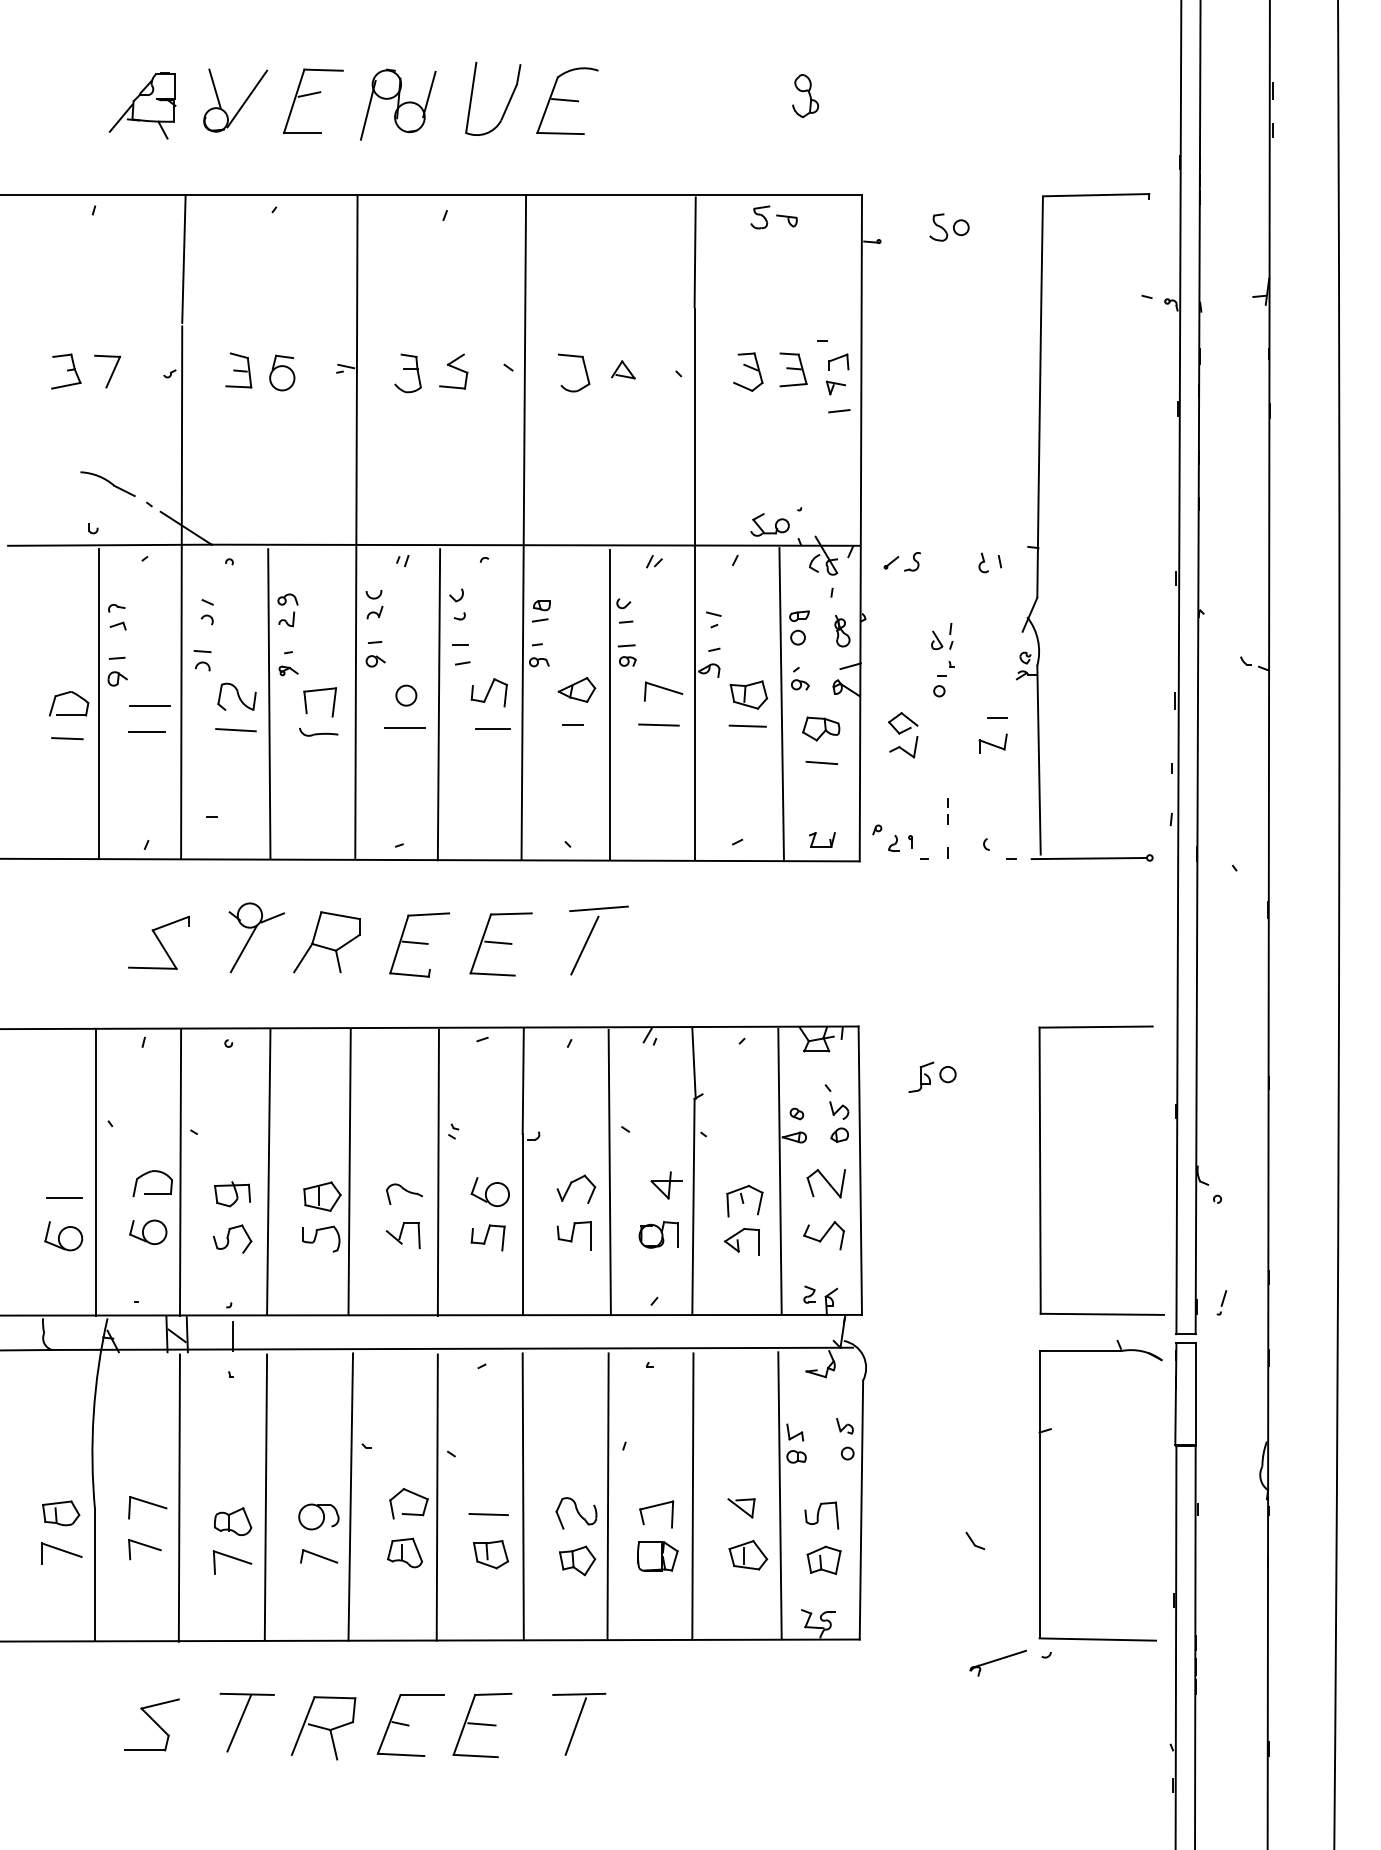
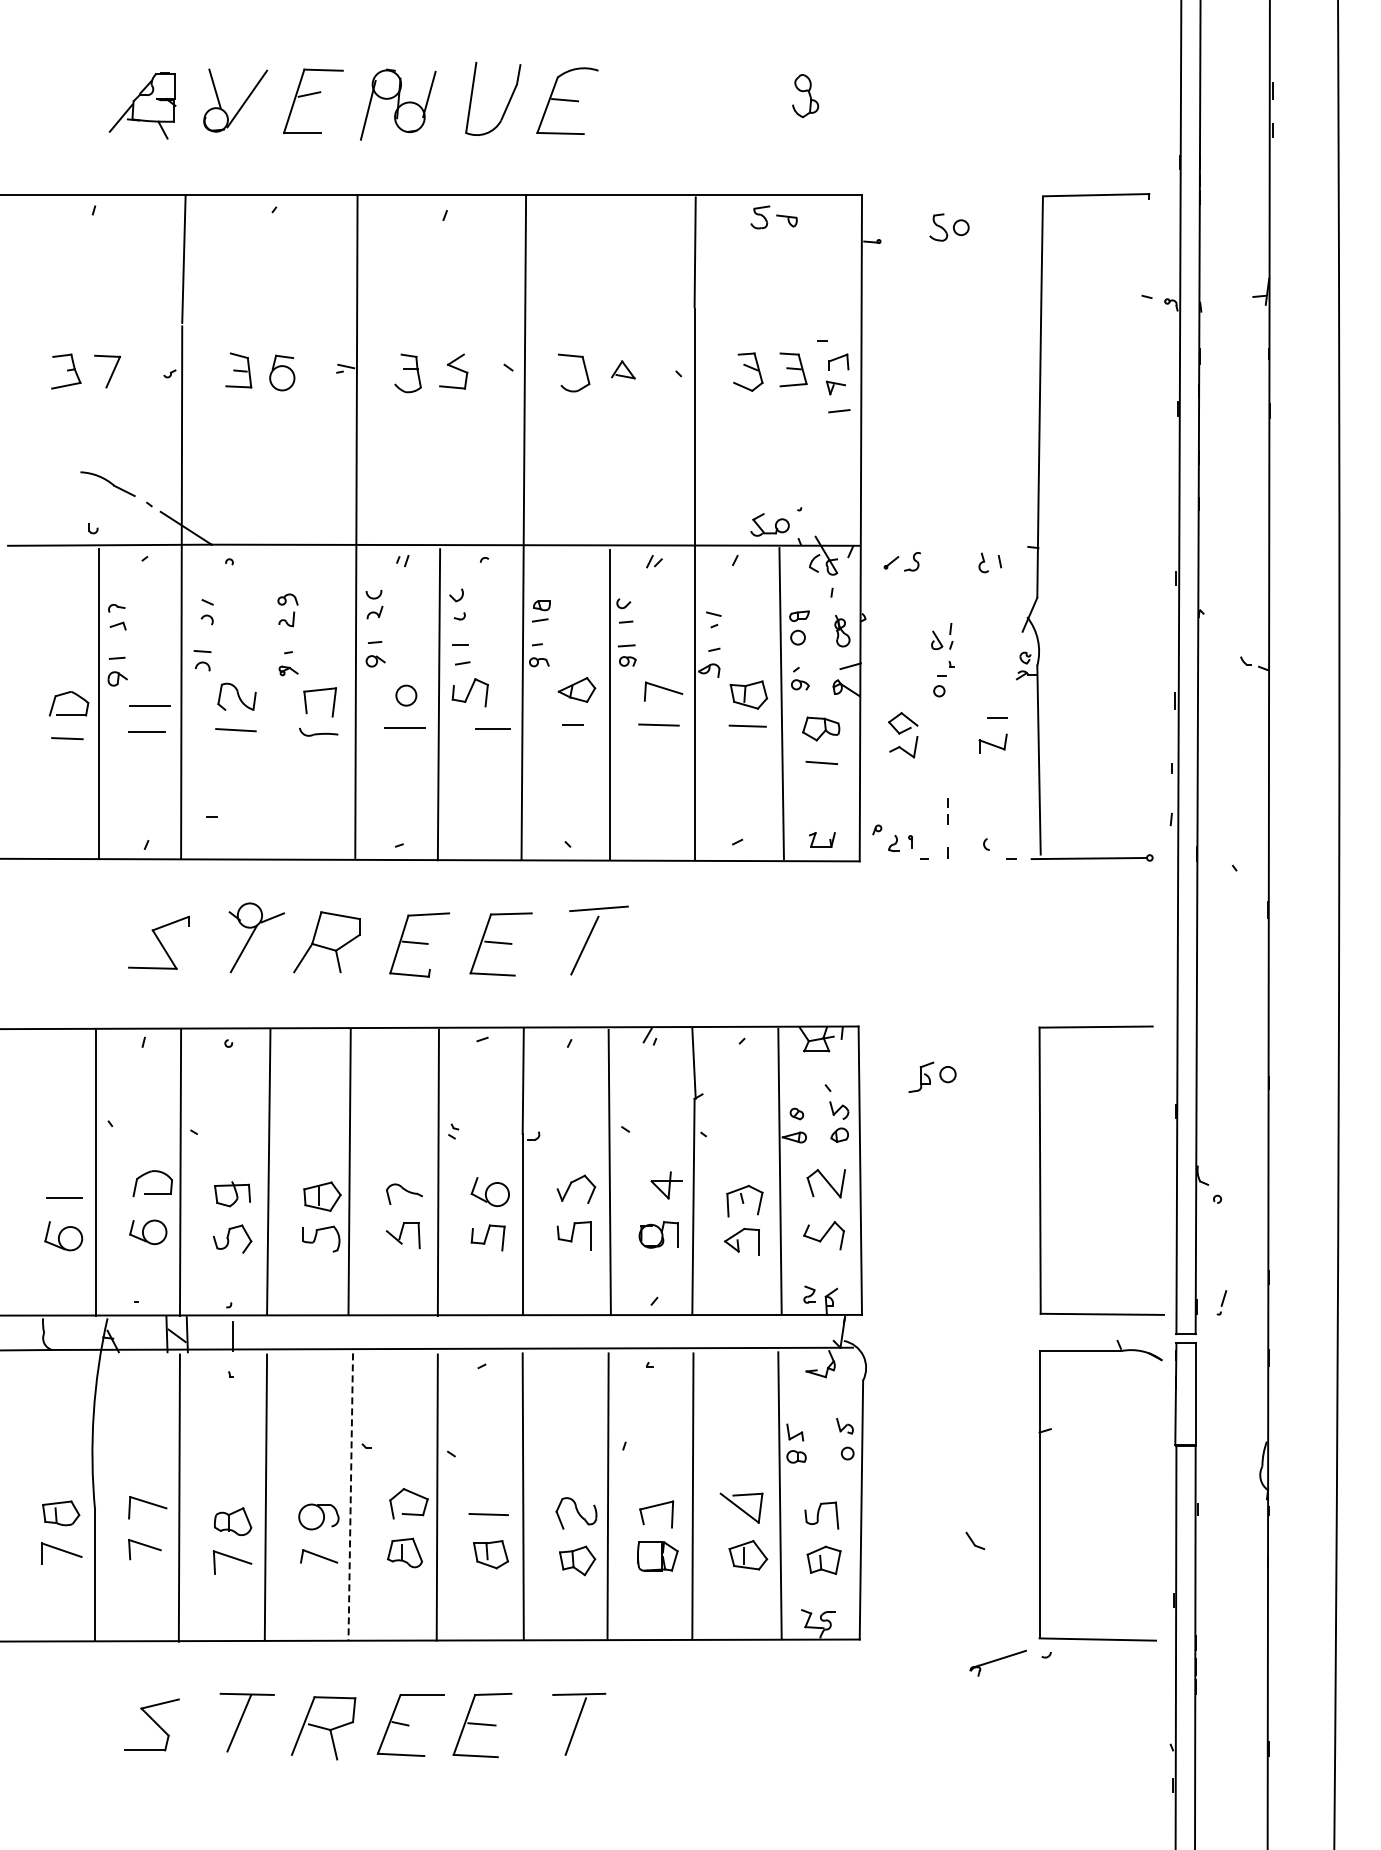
part at (488, 692) position: (488, 692) -> (469, 692)
line at (269, 704): present -> none
line at (350, 1497): solid -> dashed
part at (741, 1508) size: 29x21 px -> 45x32 px
